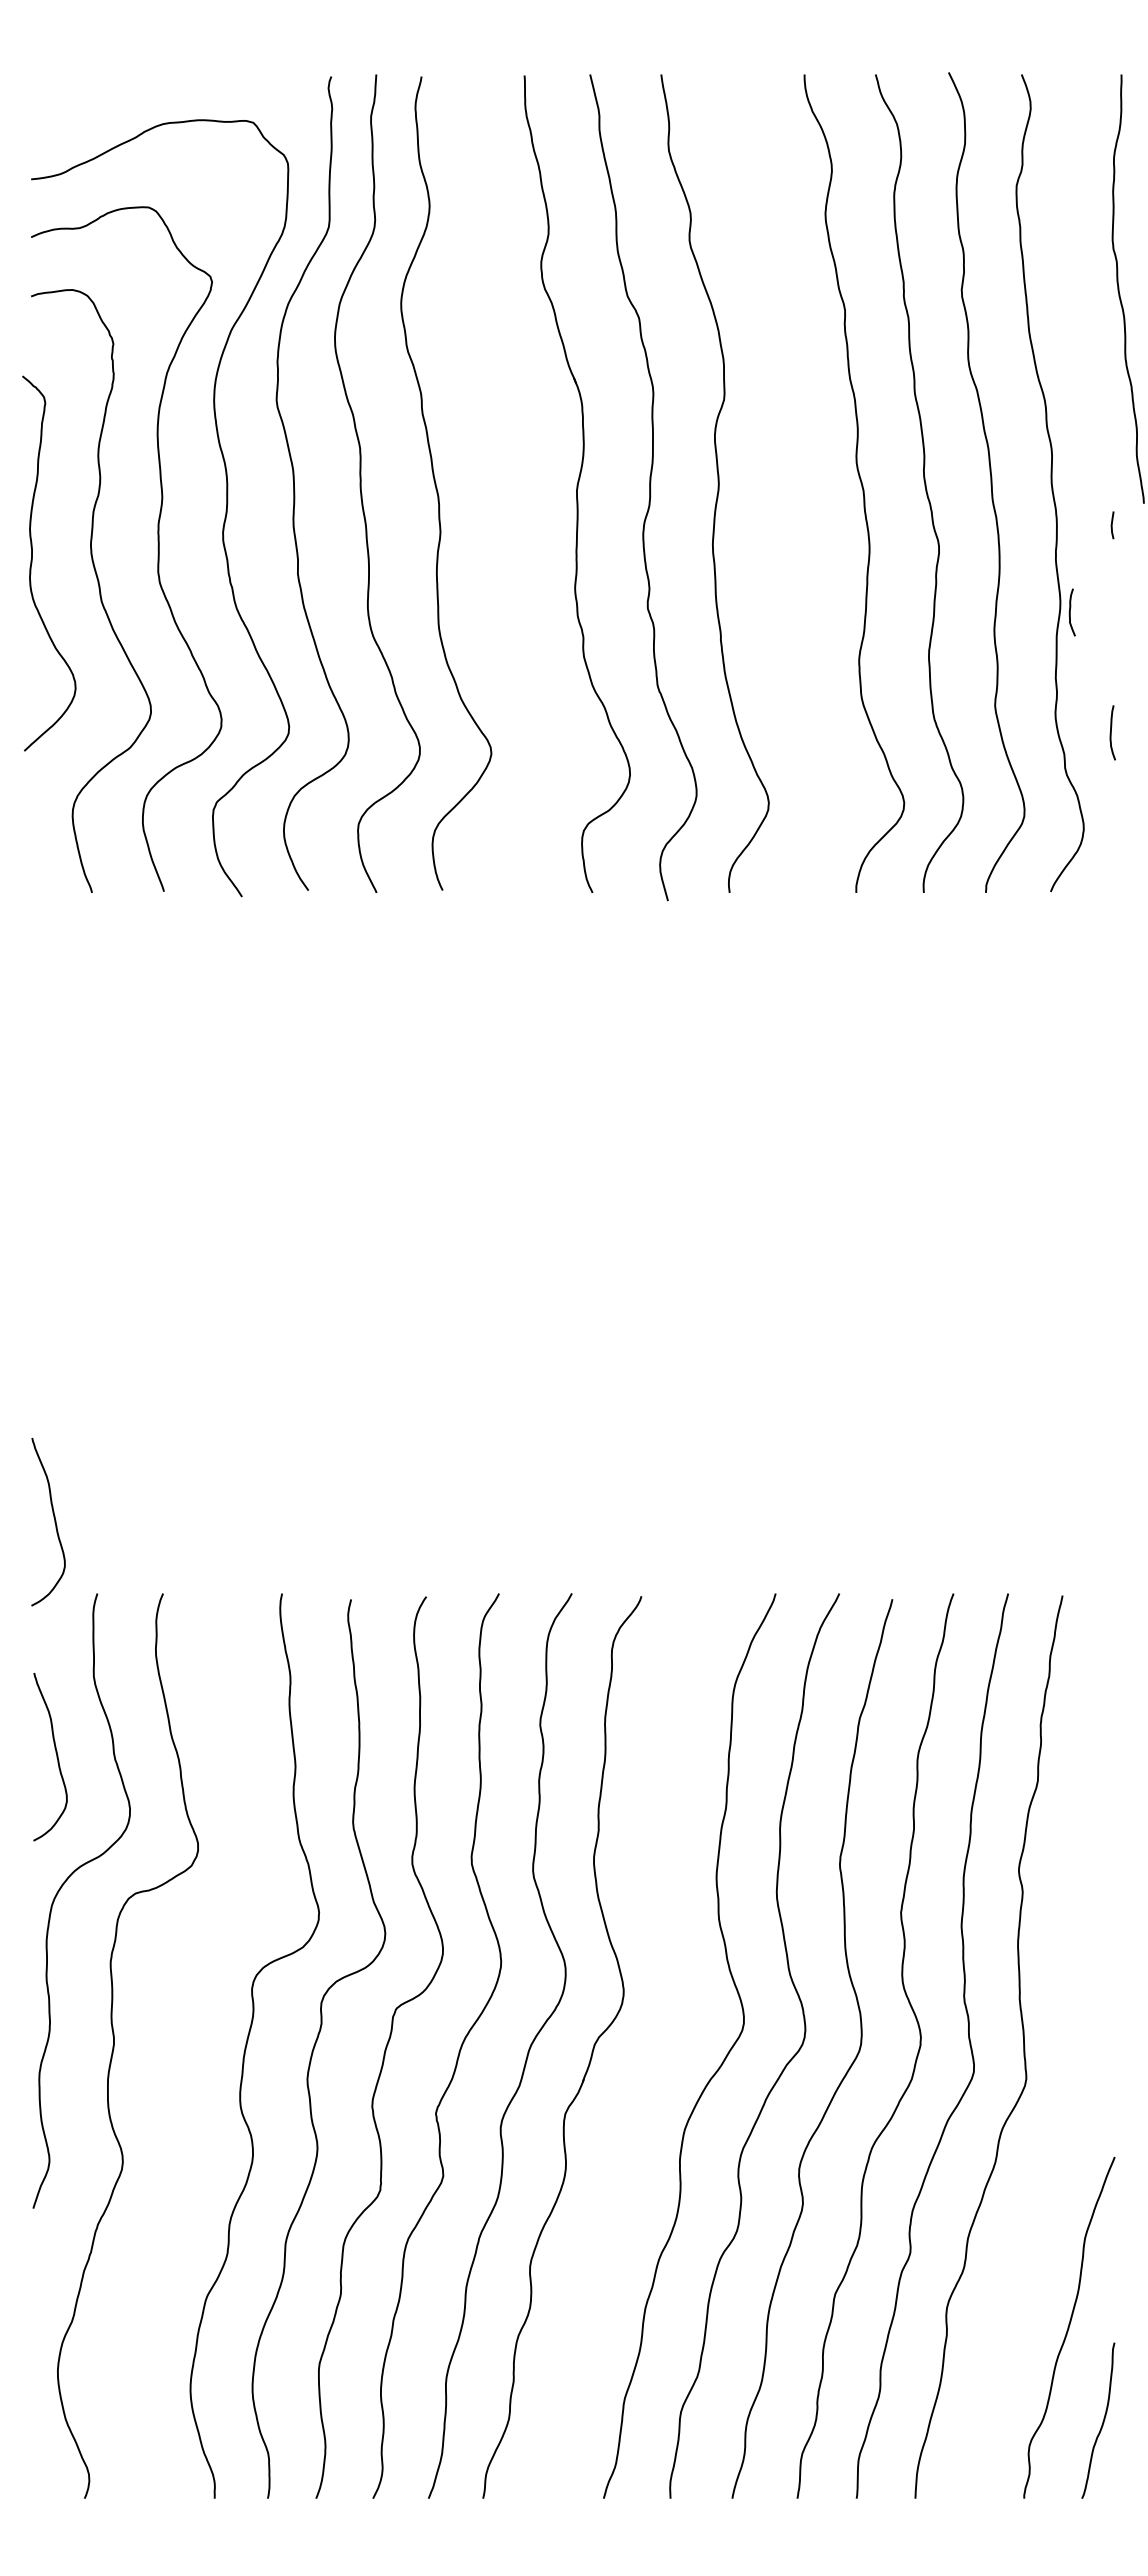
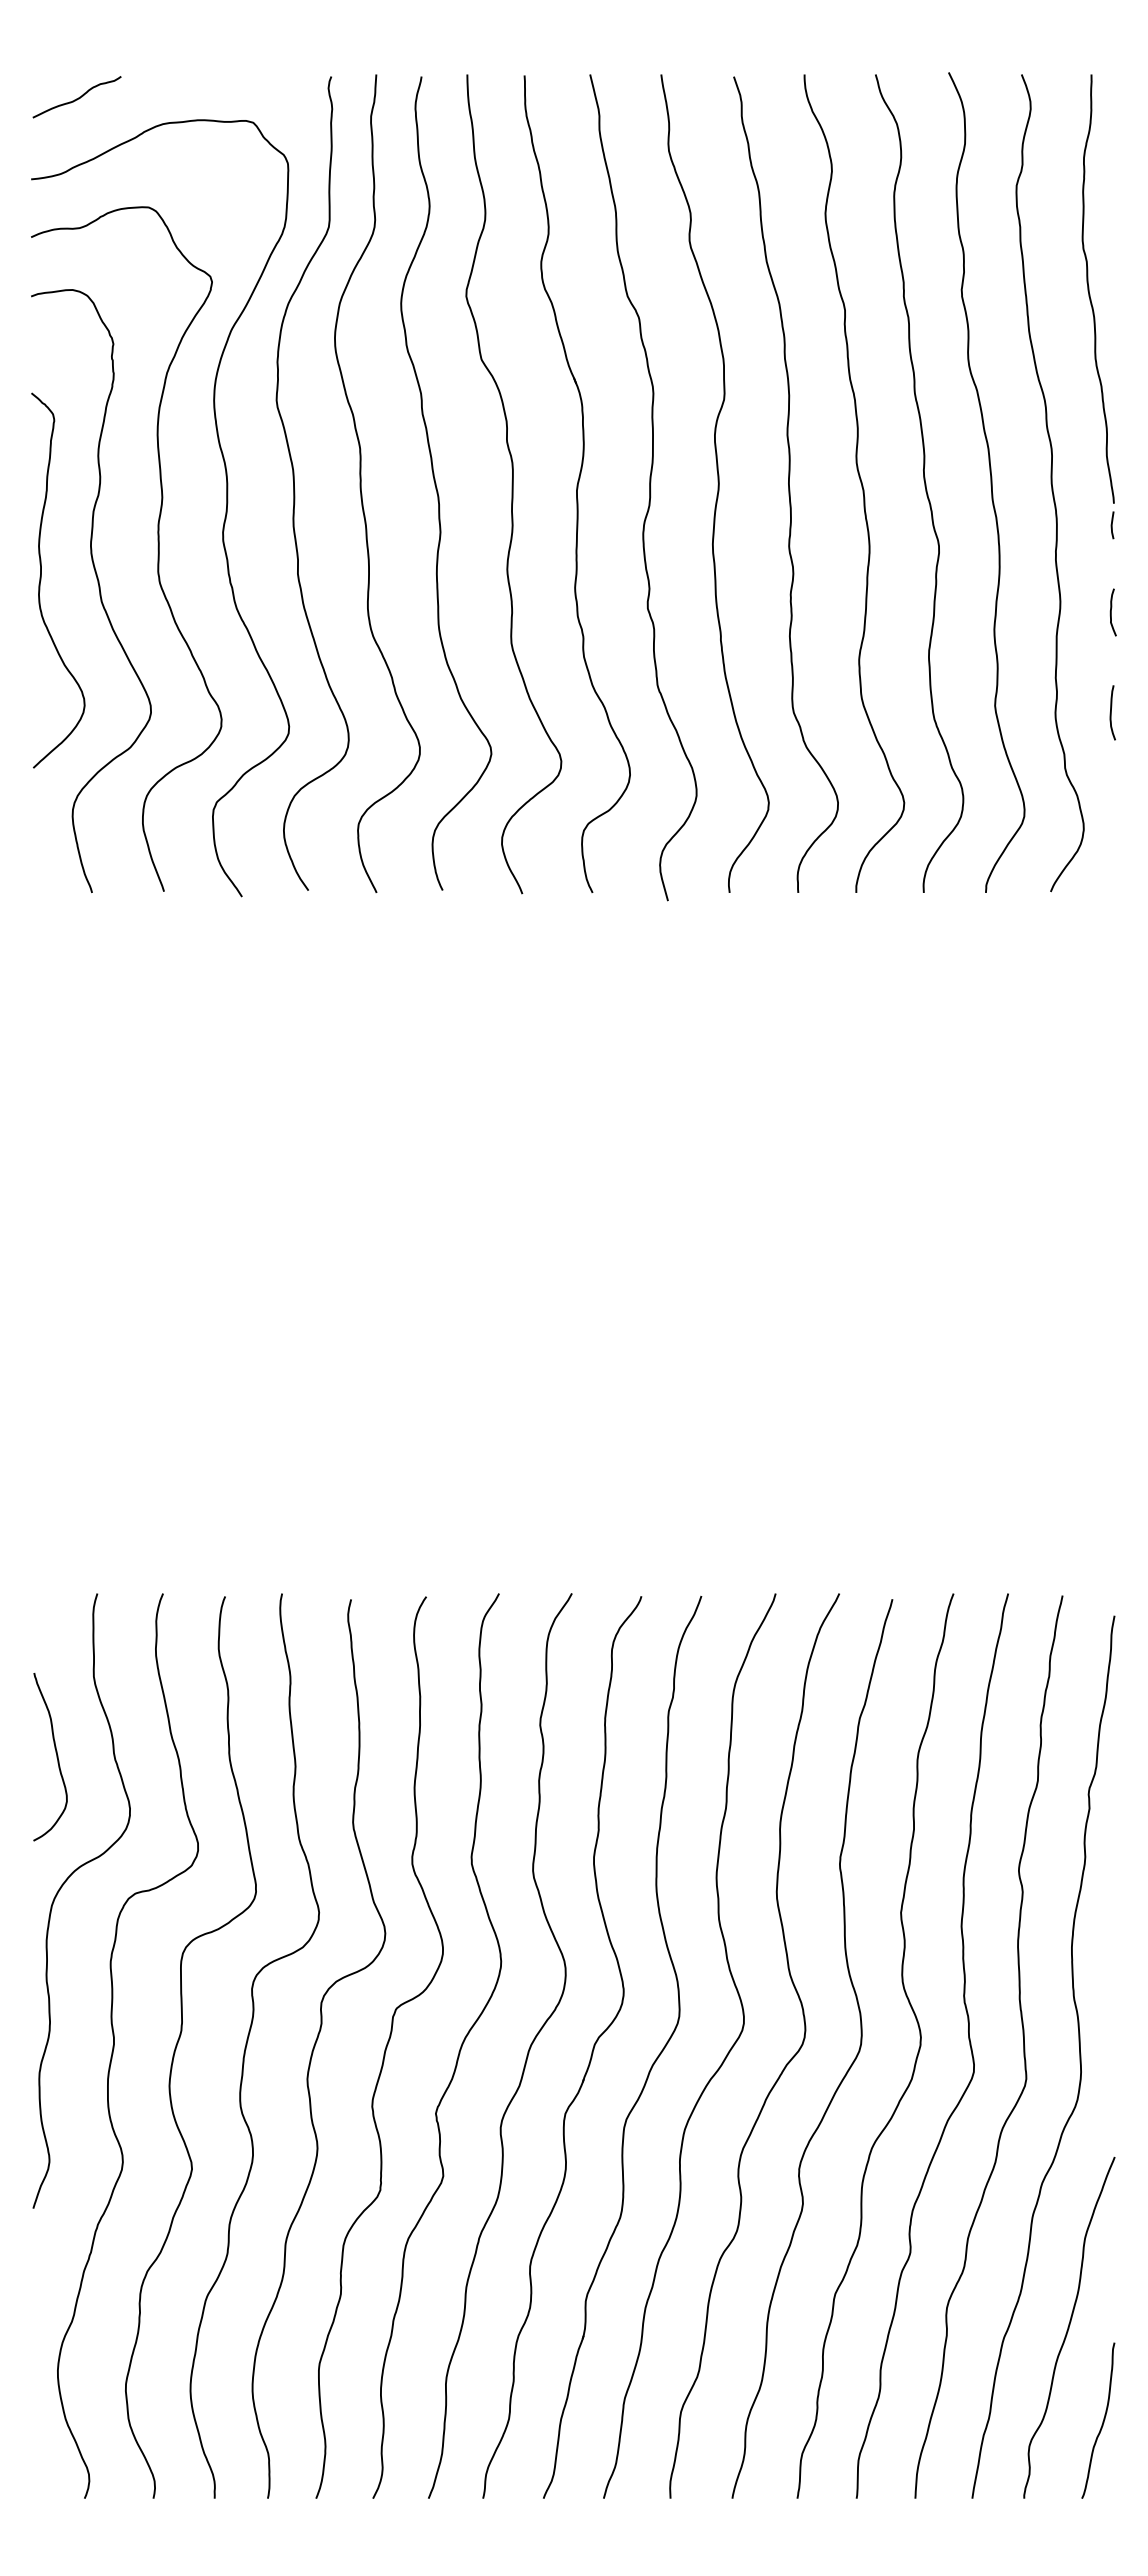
curve at (76, 98): none -> present
curve at (1119, 288) position: (1119, 288) -> (1089, 288)
curve at (513, 484): none -> present
curve at (788, 484): none -> present
curve at (32, 563) position: (32, 563) -> (41, 580)
curve at (1070, 612) position: (1070, 612) -> (1111, 612)
curve at (1111, 732) position: (1111, 732) -> (1111, 712)
curve at (54, 1522): present -> none
curve at (178, 2043): none -> present
curve at (1079, 2056): none -> present
part at (652, 2063): none -> present
